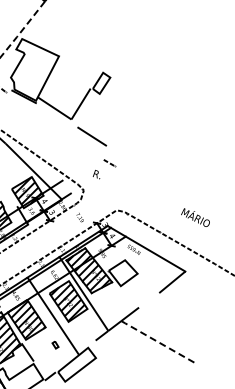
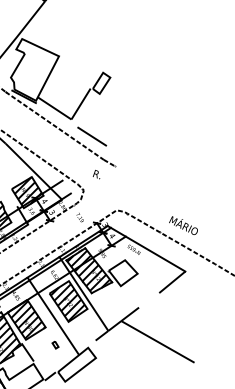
line at (22, 30): dashed -> solid
line at (54, 125): none -> present
text at (195, 217) position: (195, 217) -> (183, 225)
line at (157, 341): dashed -> solid
